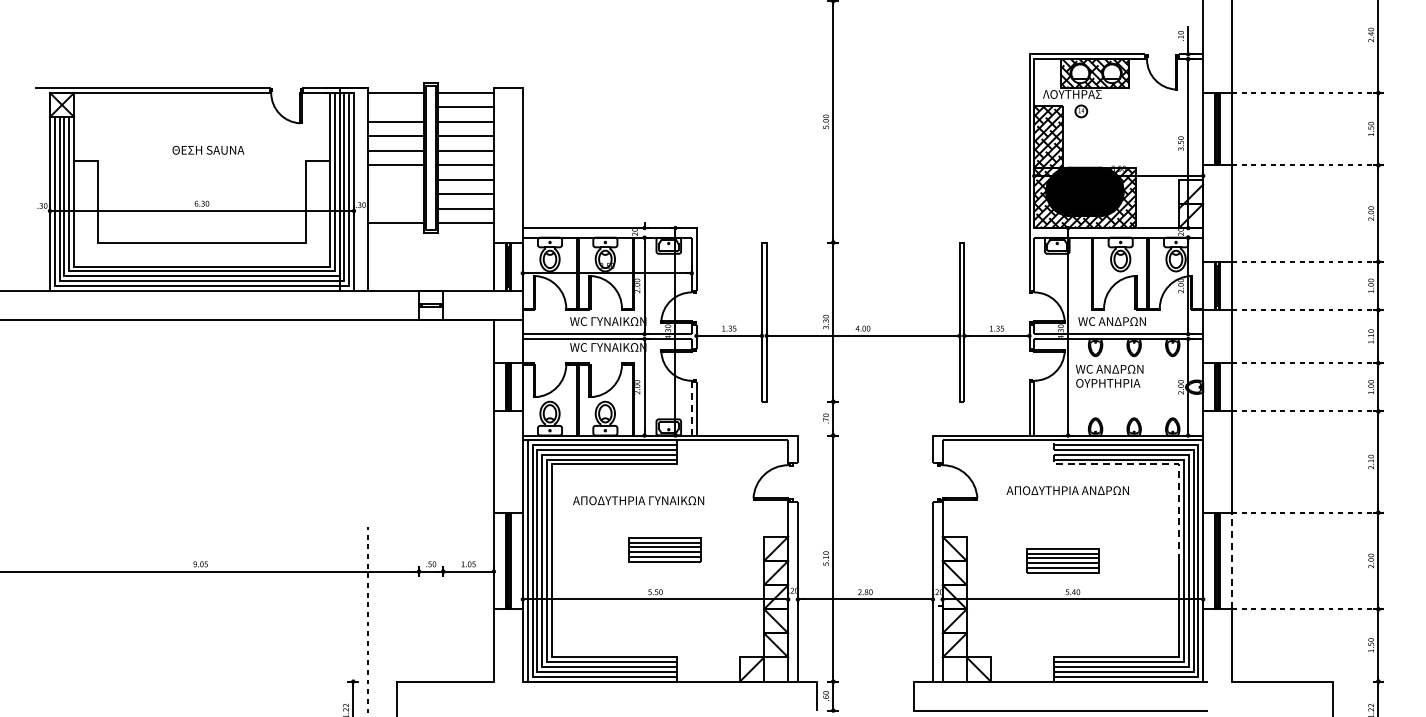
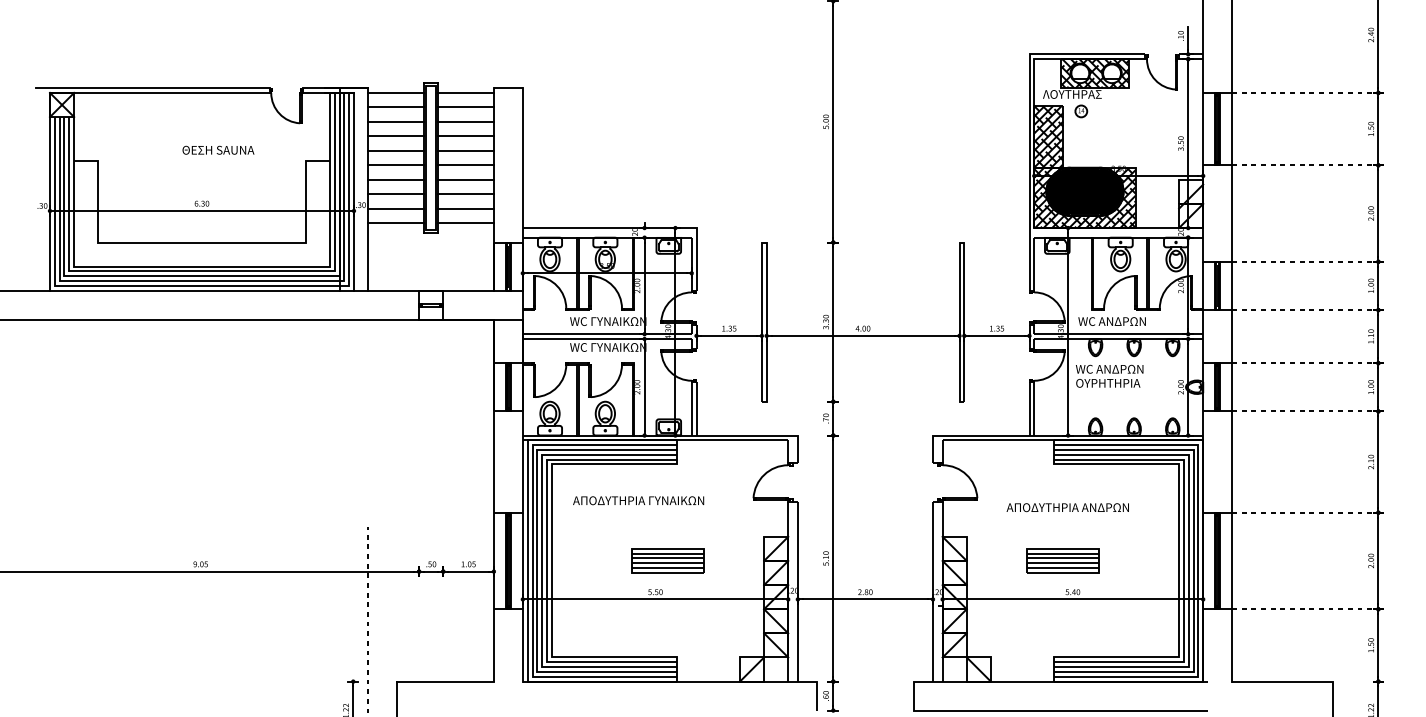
line at (395, 107): none -> present
text at (208, 149) position: (208, 149) -> (218, 149)
line at (395, 179): none -> present
line at (395, 194): none -> present
line at (395, 208): none -> present
line at (691, 408): dashed -> solid
line at (1152, 464): dashed -> solid
text at (1067, 490) position: (1067, 490) -> (1067, 507)
part at (664, 549) position: (664, 549) -> (667, 560)
line at (1232, 560): dashed -> solid
